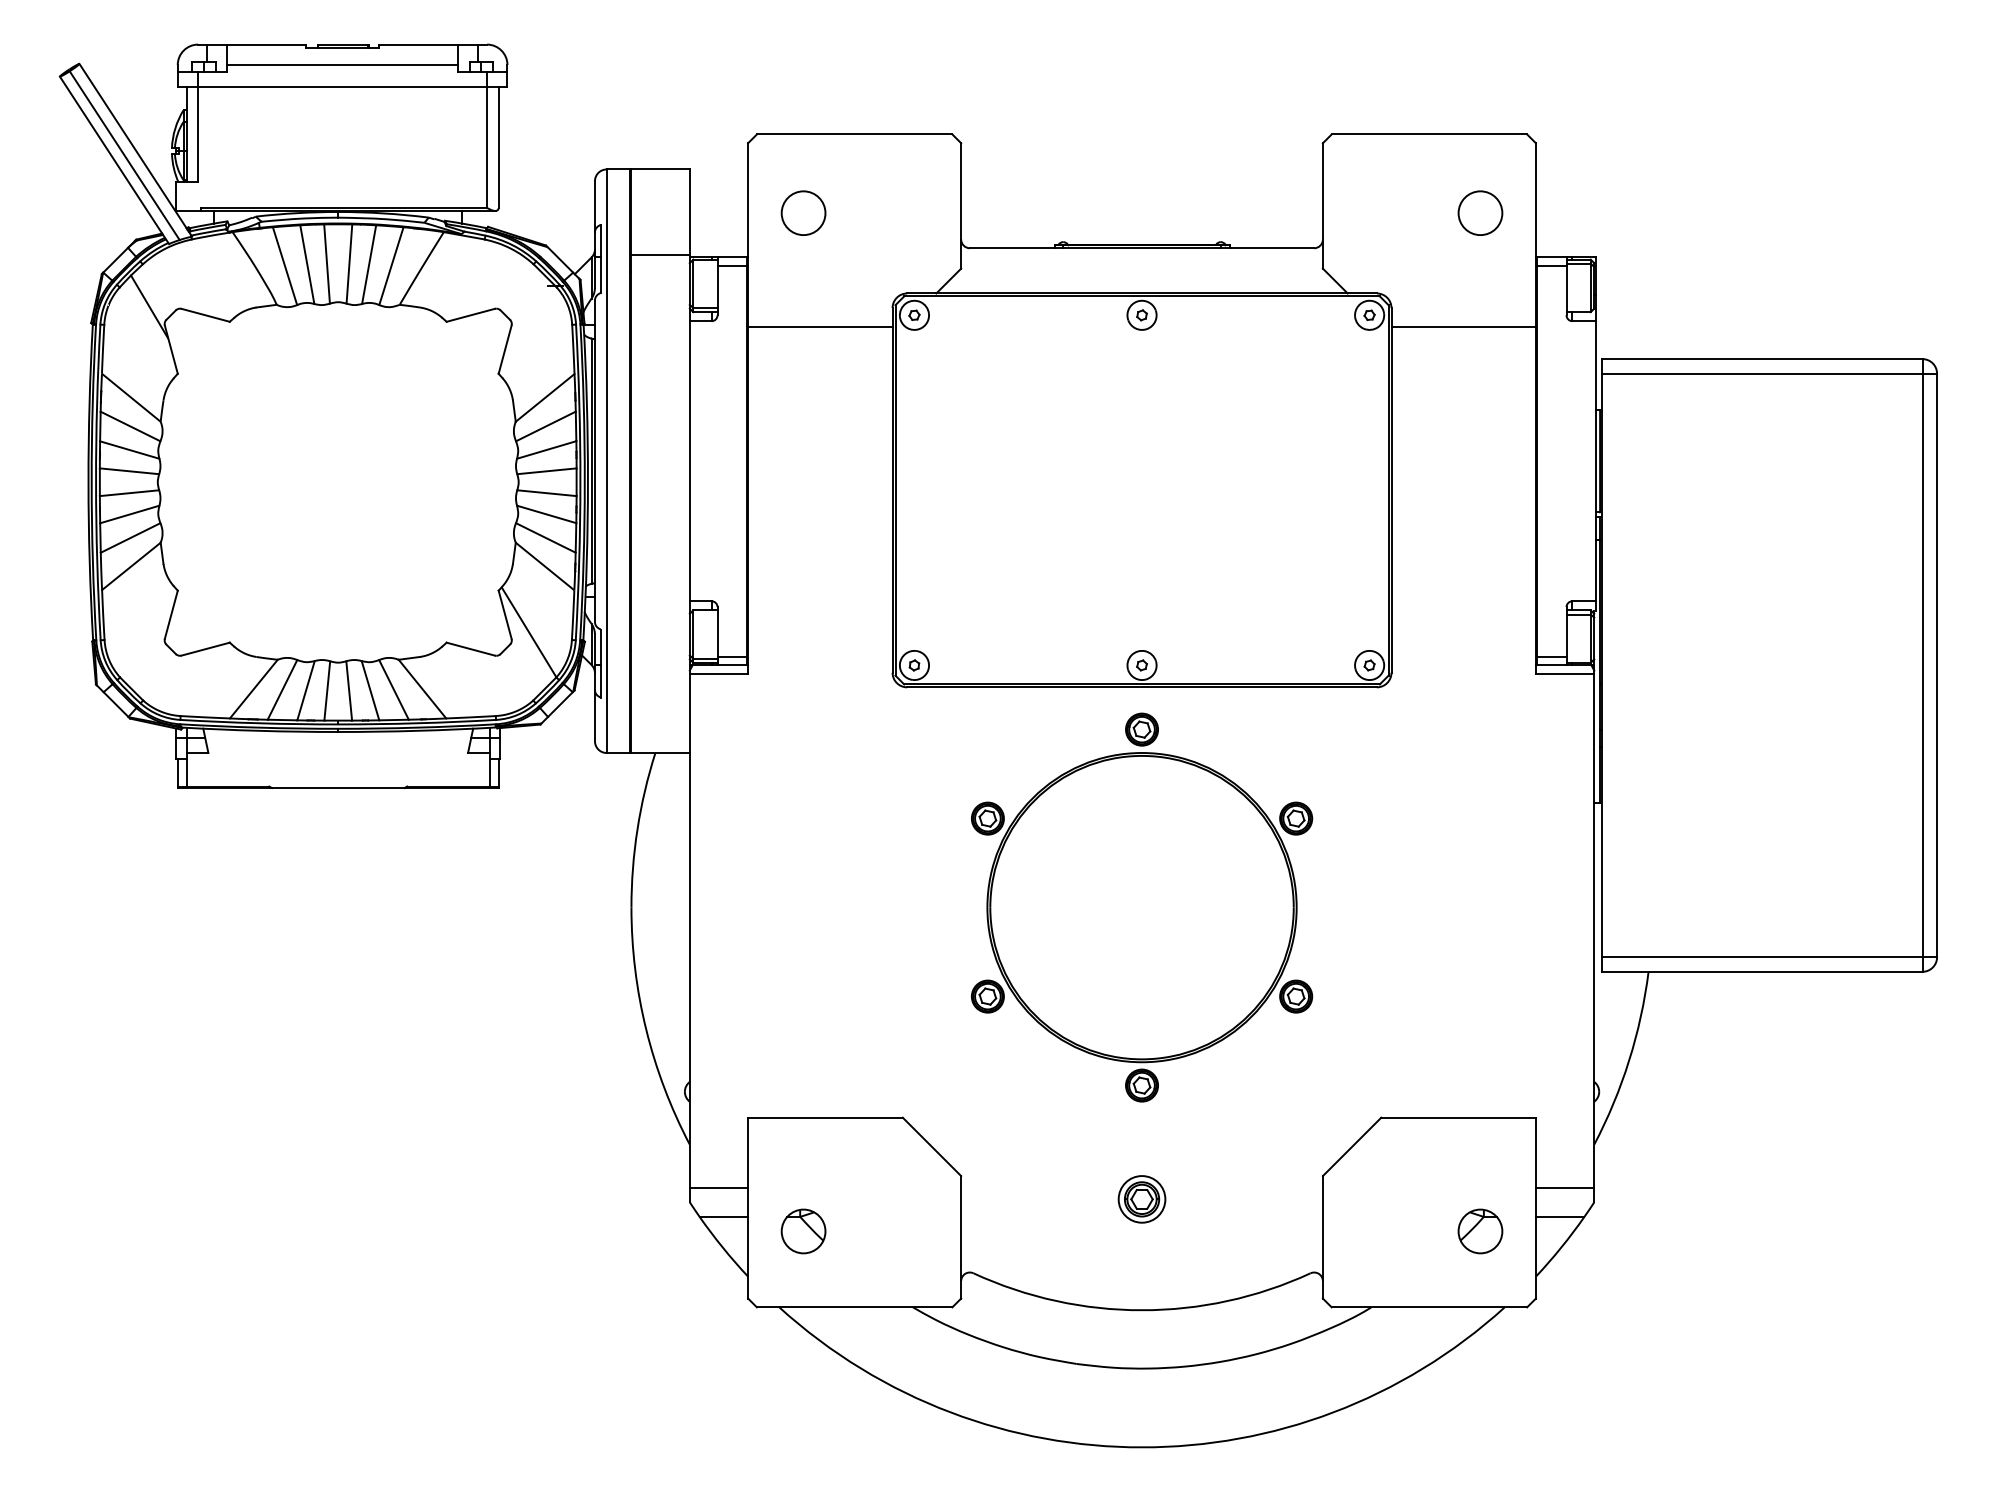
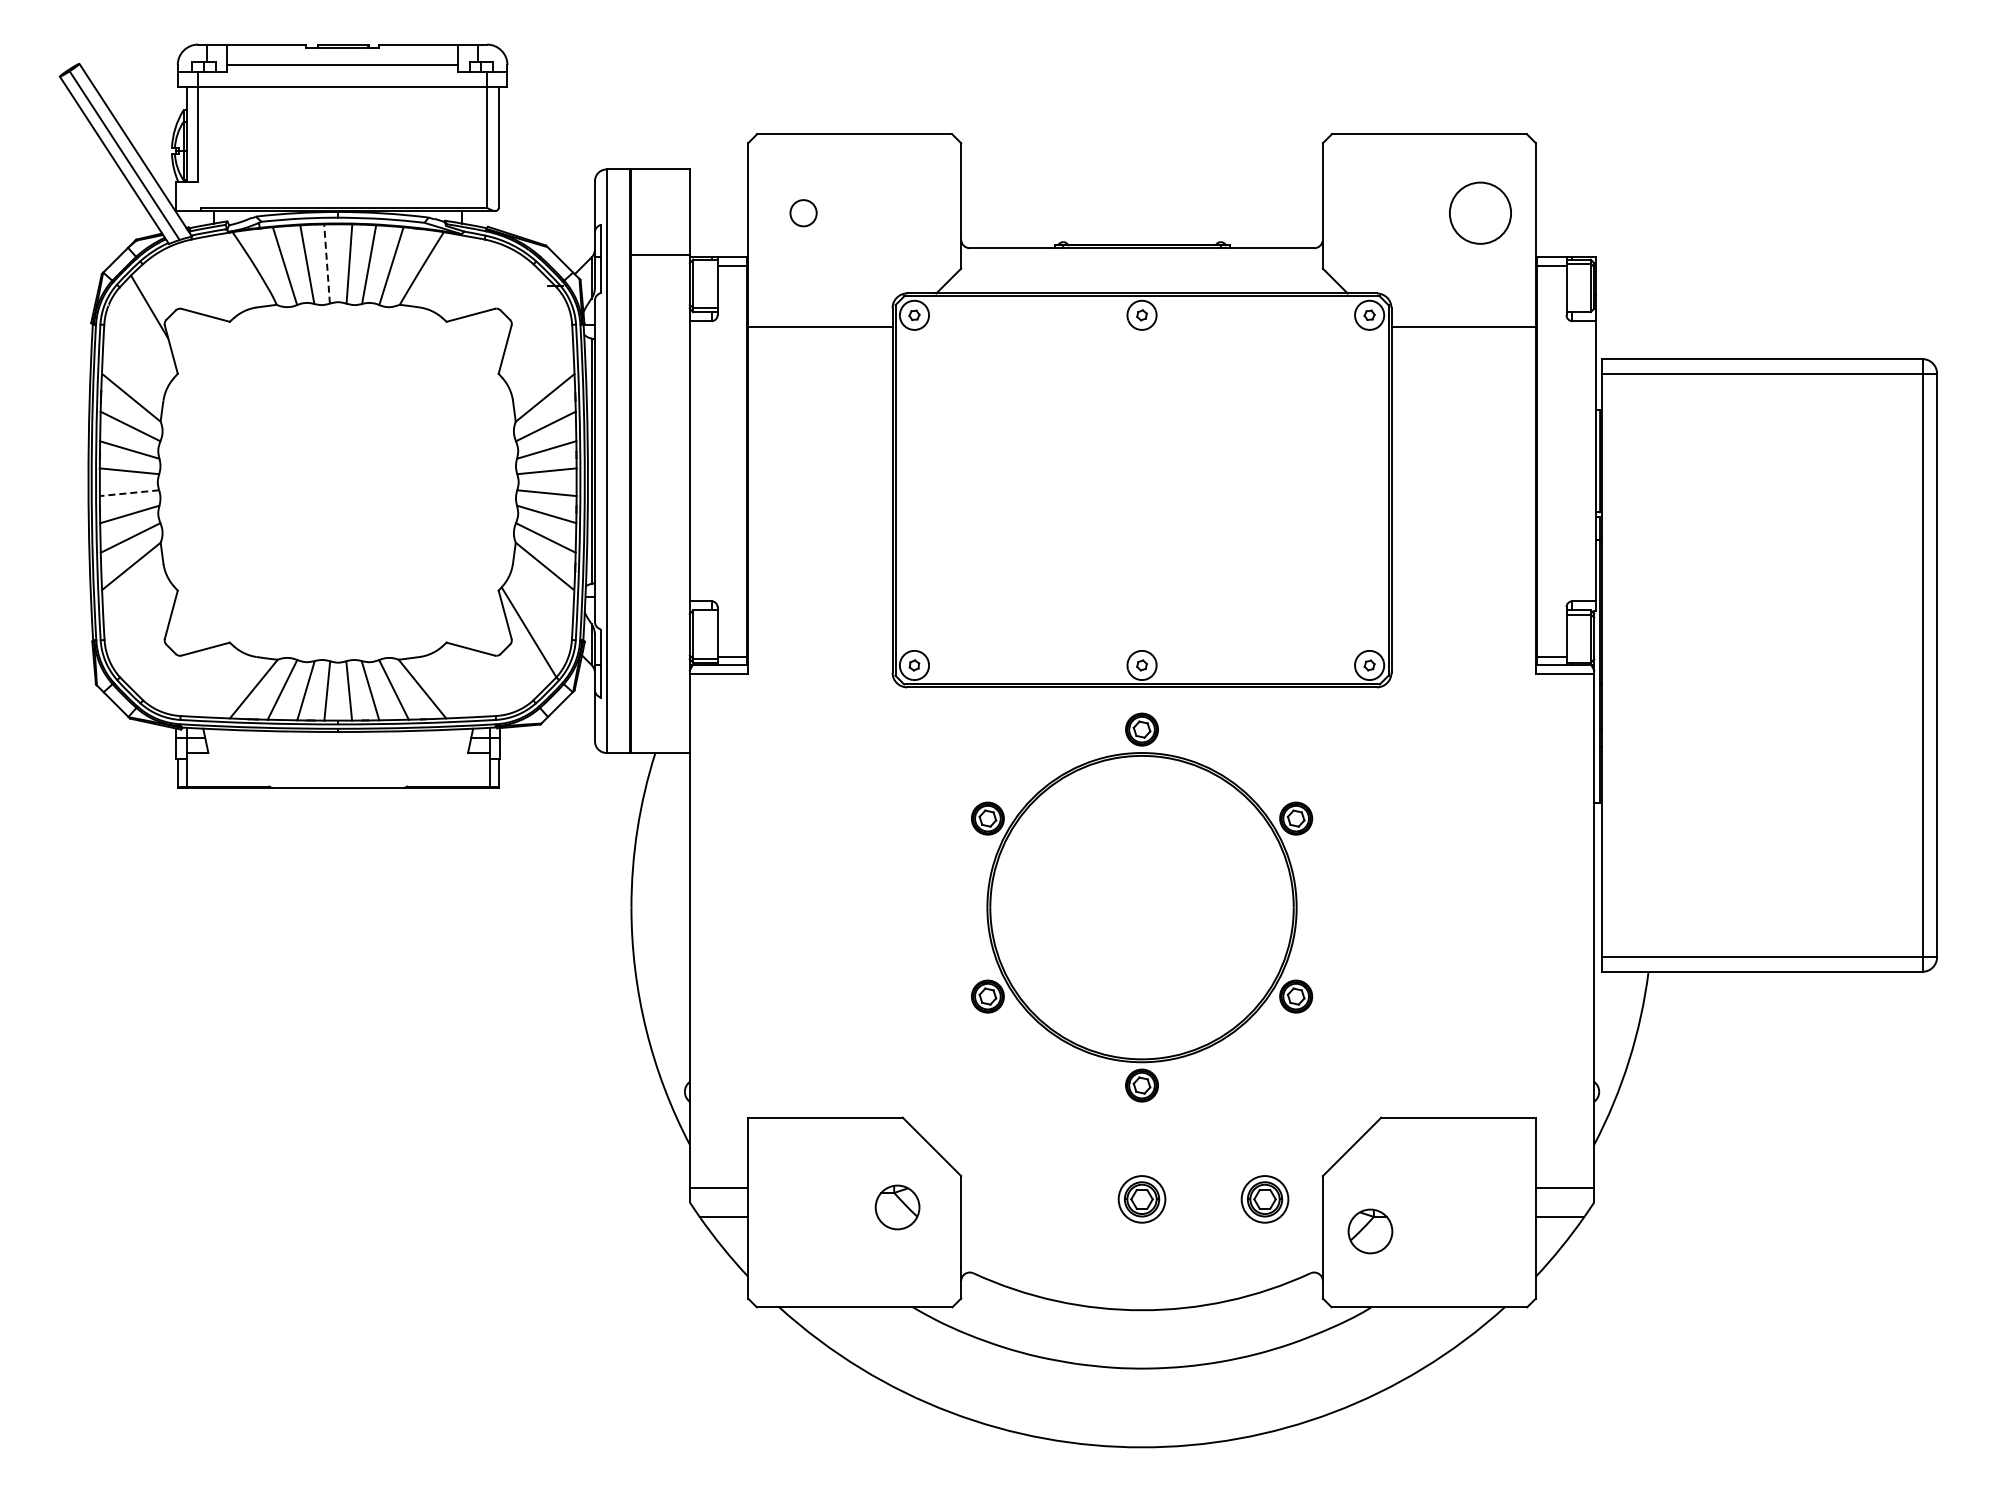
circle at (803, 213) diameter: 44 px -> 26 px
circle at (1480, 213) diameter: 44 px -> 61 px
line at (327, 264): solid -> dashed
line at (129, 493): solid -> dashed
part at (1264, 1199): none -> present
part at (803, 1231) position: (803, 1231) -> (897, 1207)
part at (1480, 1231) position: (1480, 1231) -> (1370, 1231)
